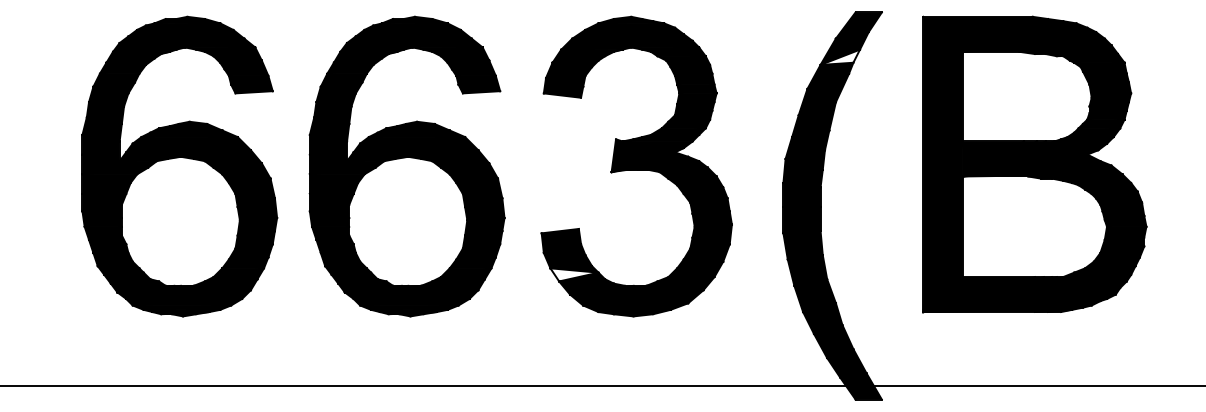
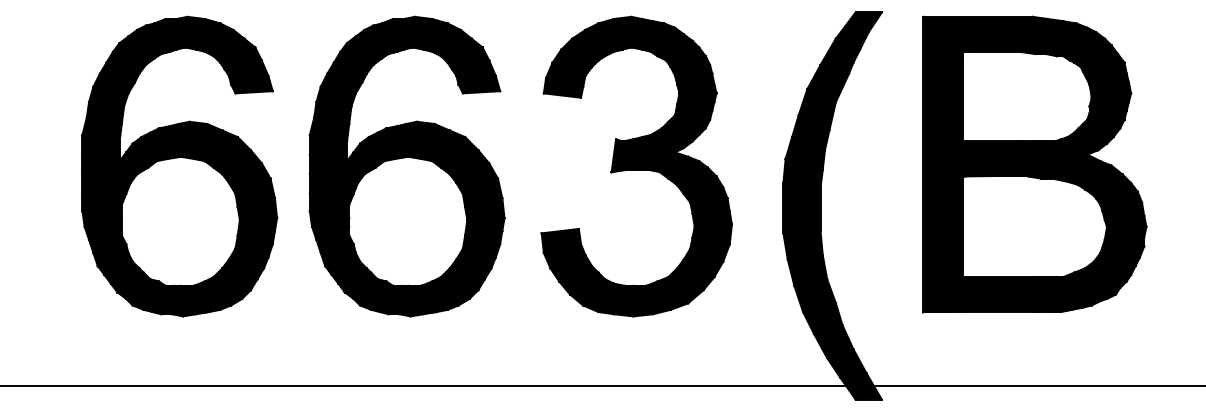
fill at (839, 56): none -> present
fill at (574, 274): none -> present
